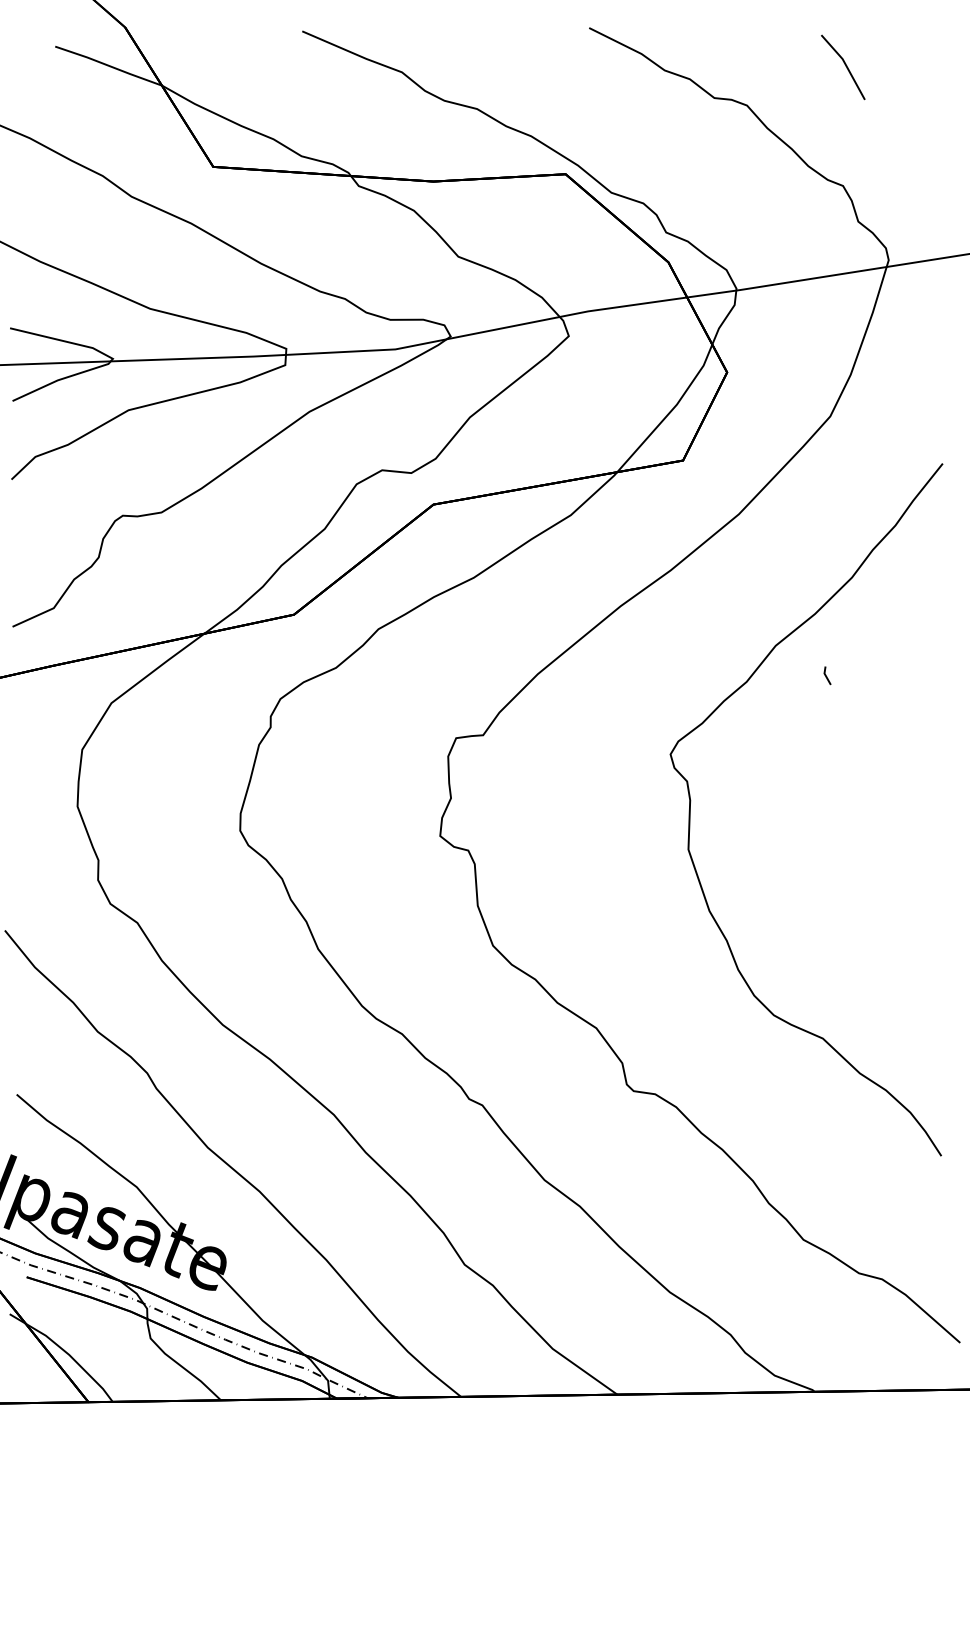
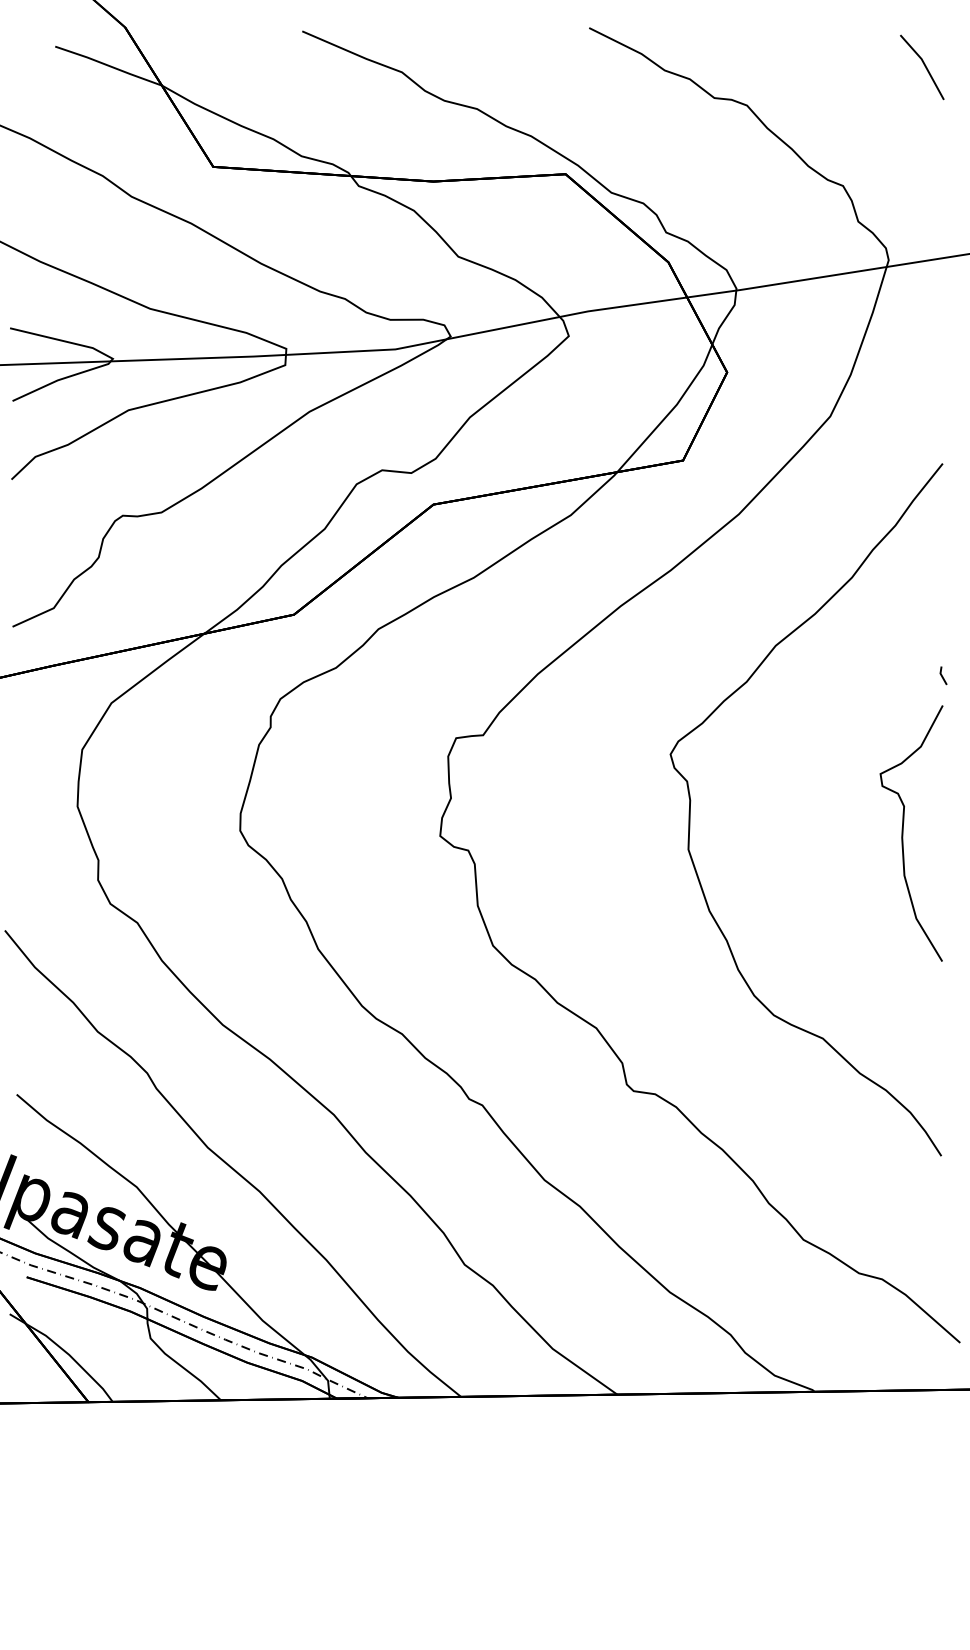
line at (845, 66) position: (845, 66) -> (924, 66)
line at (826, 675) position: (826, 675) -> (942, 675)
curve at (903, 833): none -> present
